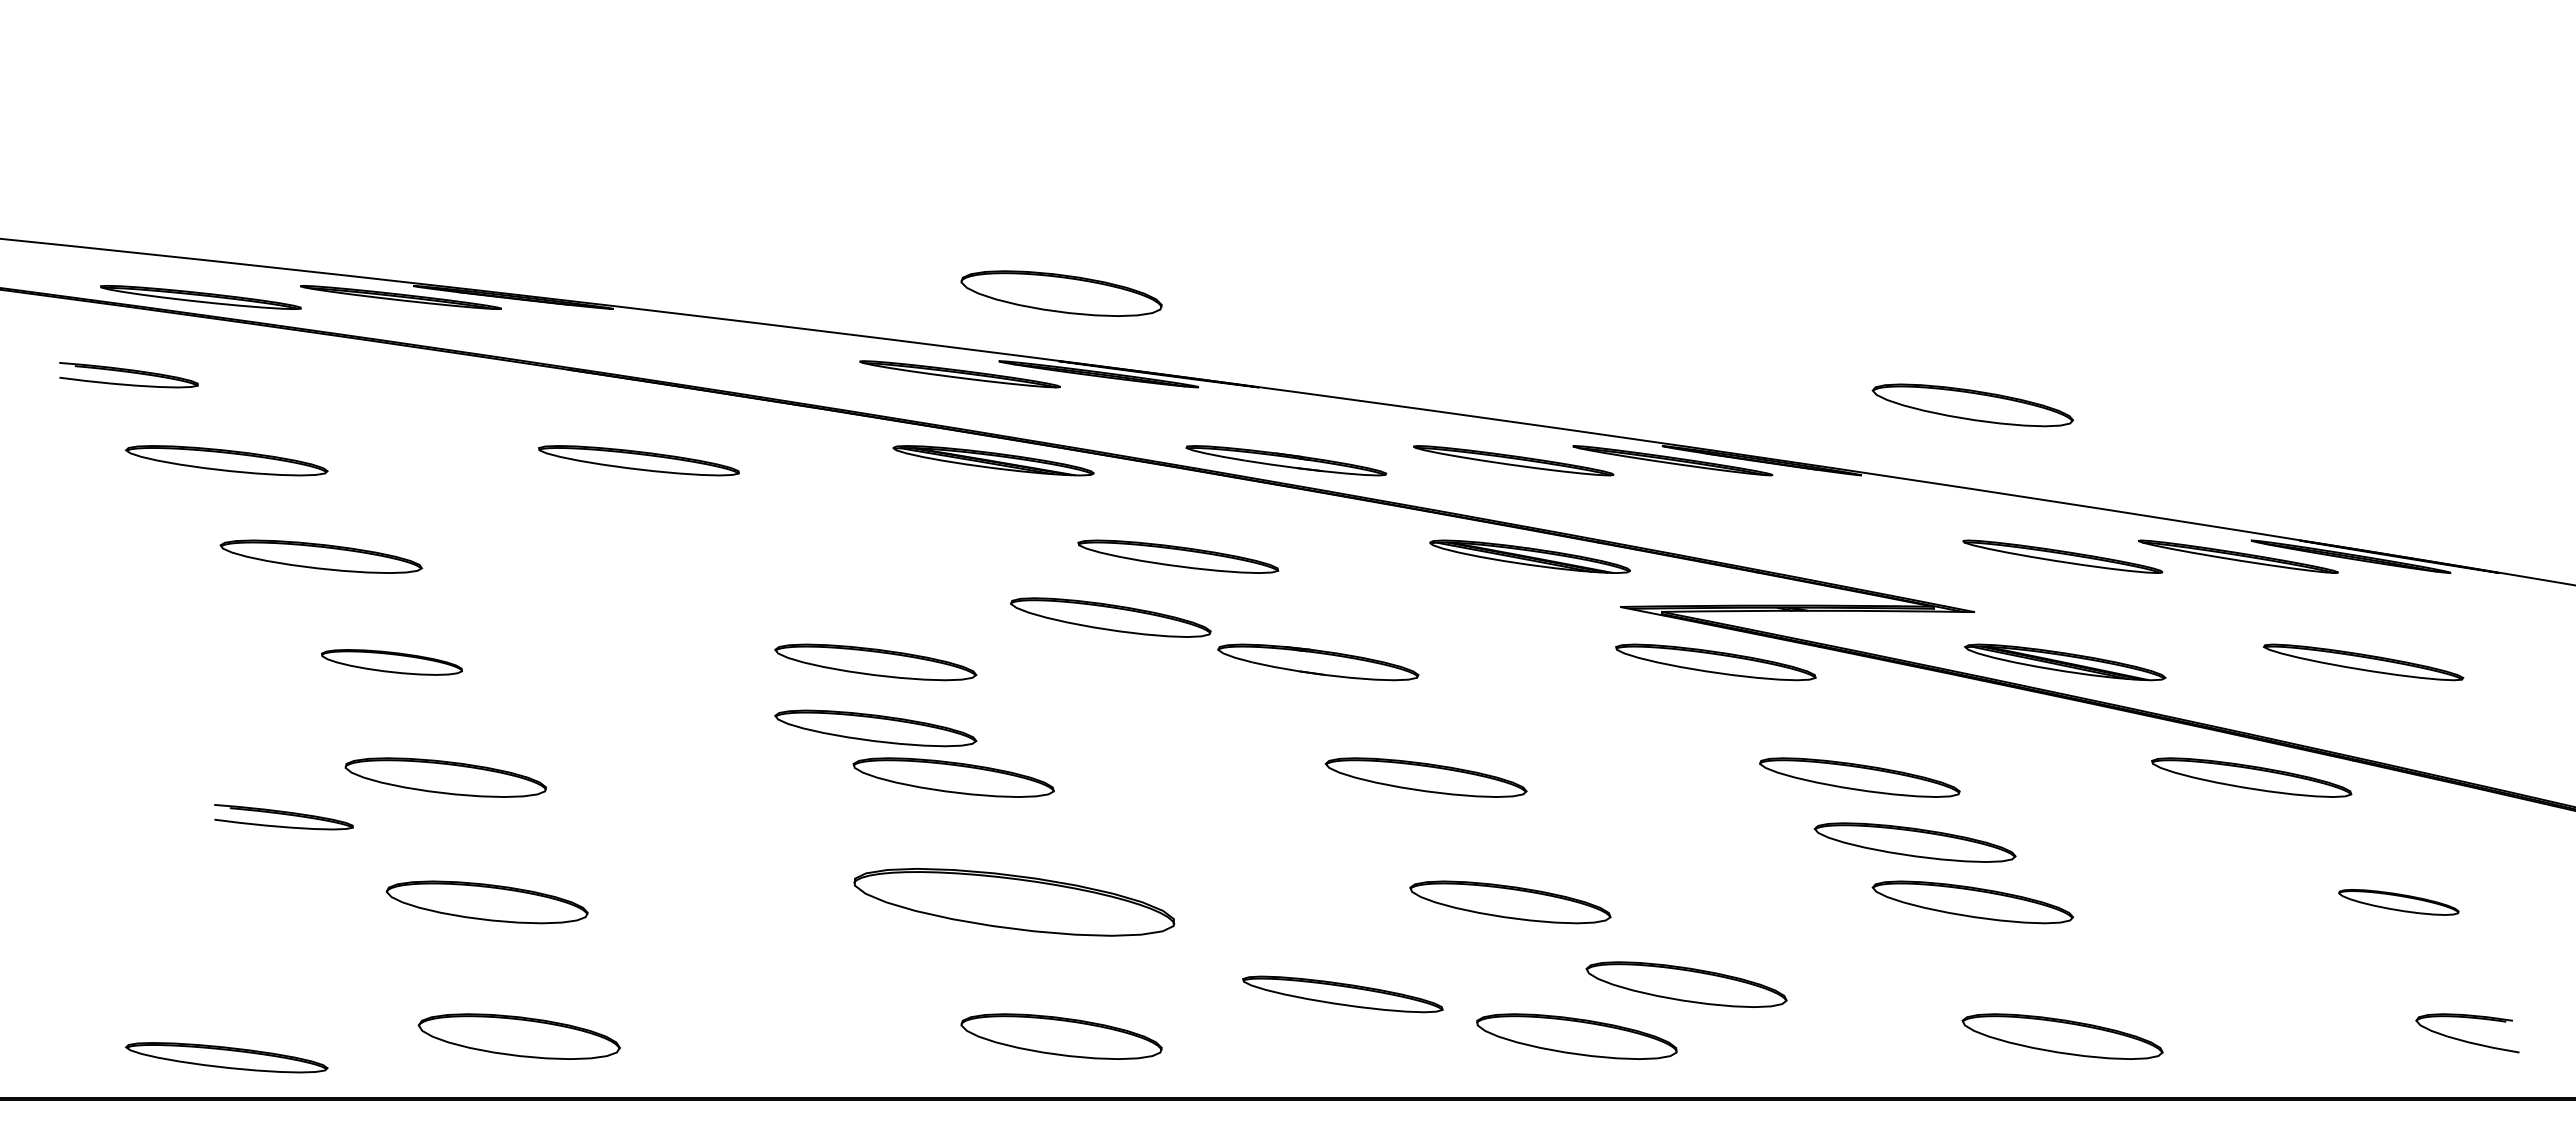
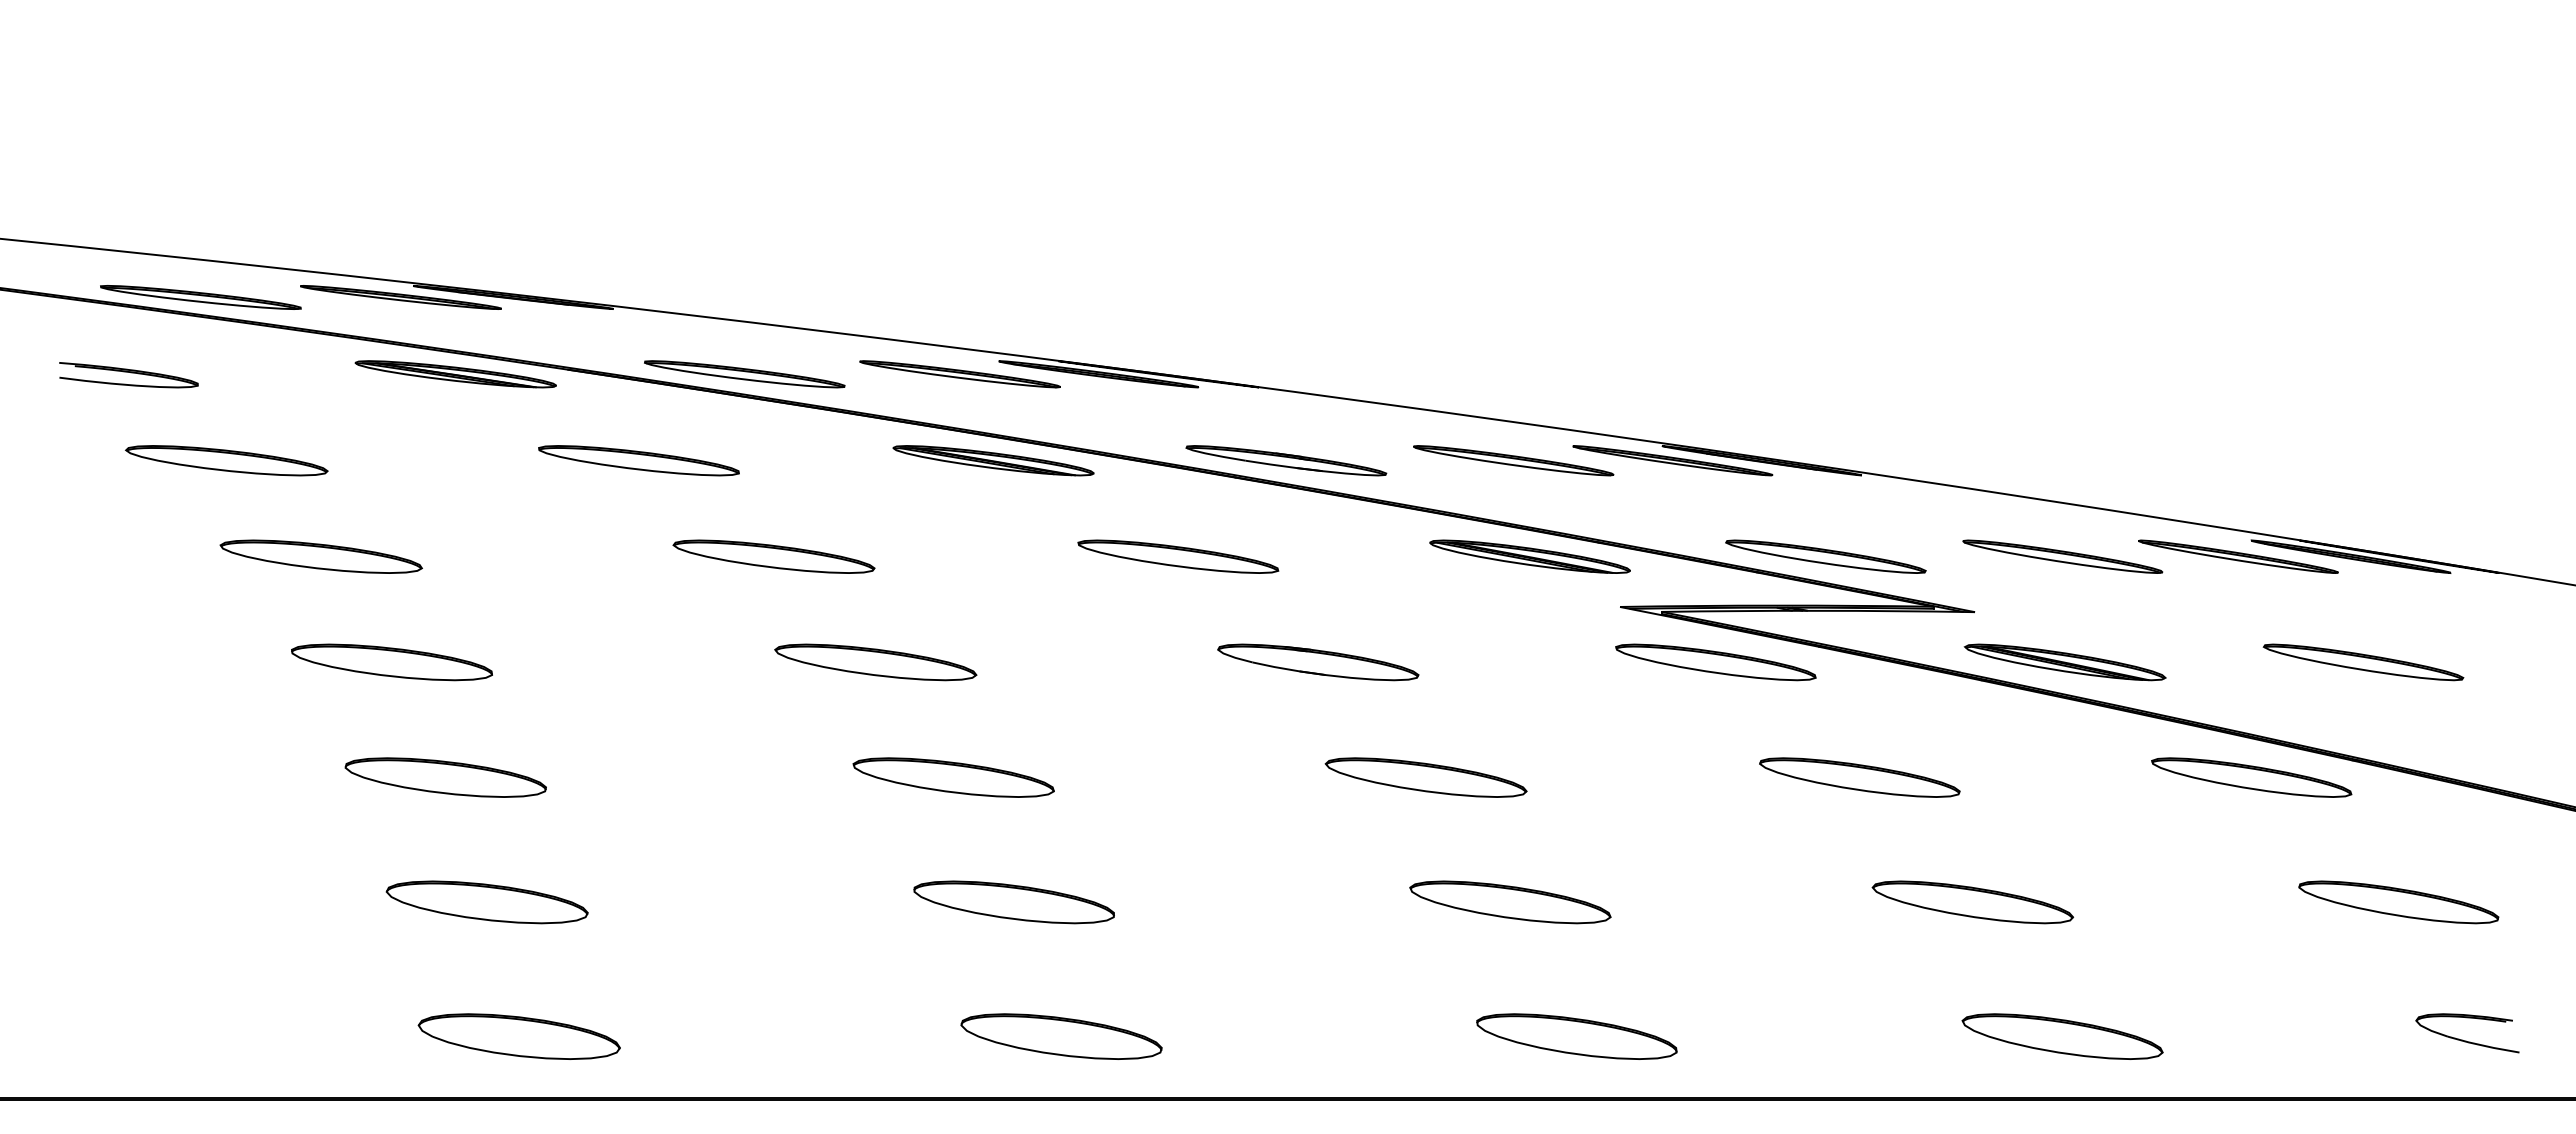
part at (1061, 293): present -> none
part at (455, 374): none -> present
part at (744, 374): none -> present
part at (1972, 405): present -> none
part at (773, 556): none -> present
part at (1825, 556): none -> present
part at (1110, 617): present -> none
part at (391, 662) size: 142x27 px -> 202x39 px
part at (875, 728): present -> none
part at (283, 817): present -> none
part at (1914, 842): present -> none
part at (1014, 902) size: 323x69 px -> 202x45 px
part at (2398, 902) size: 122x27 px -> 202x45 px
part at (1686, 984): present -> none
part at (1342, 994): present -> none
part at (226, 1057): present -> none
